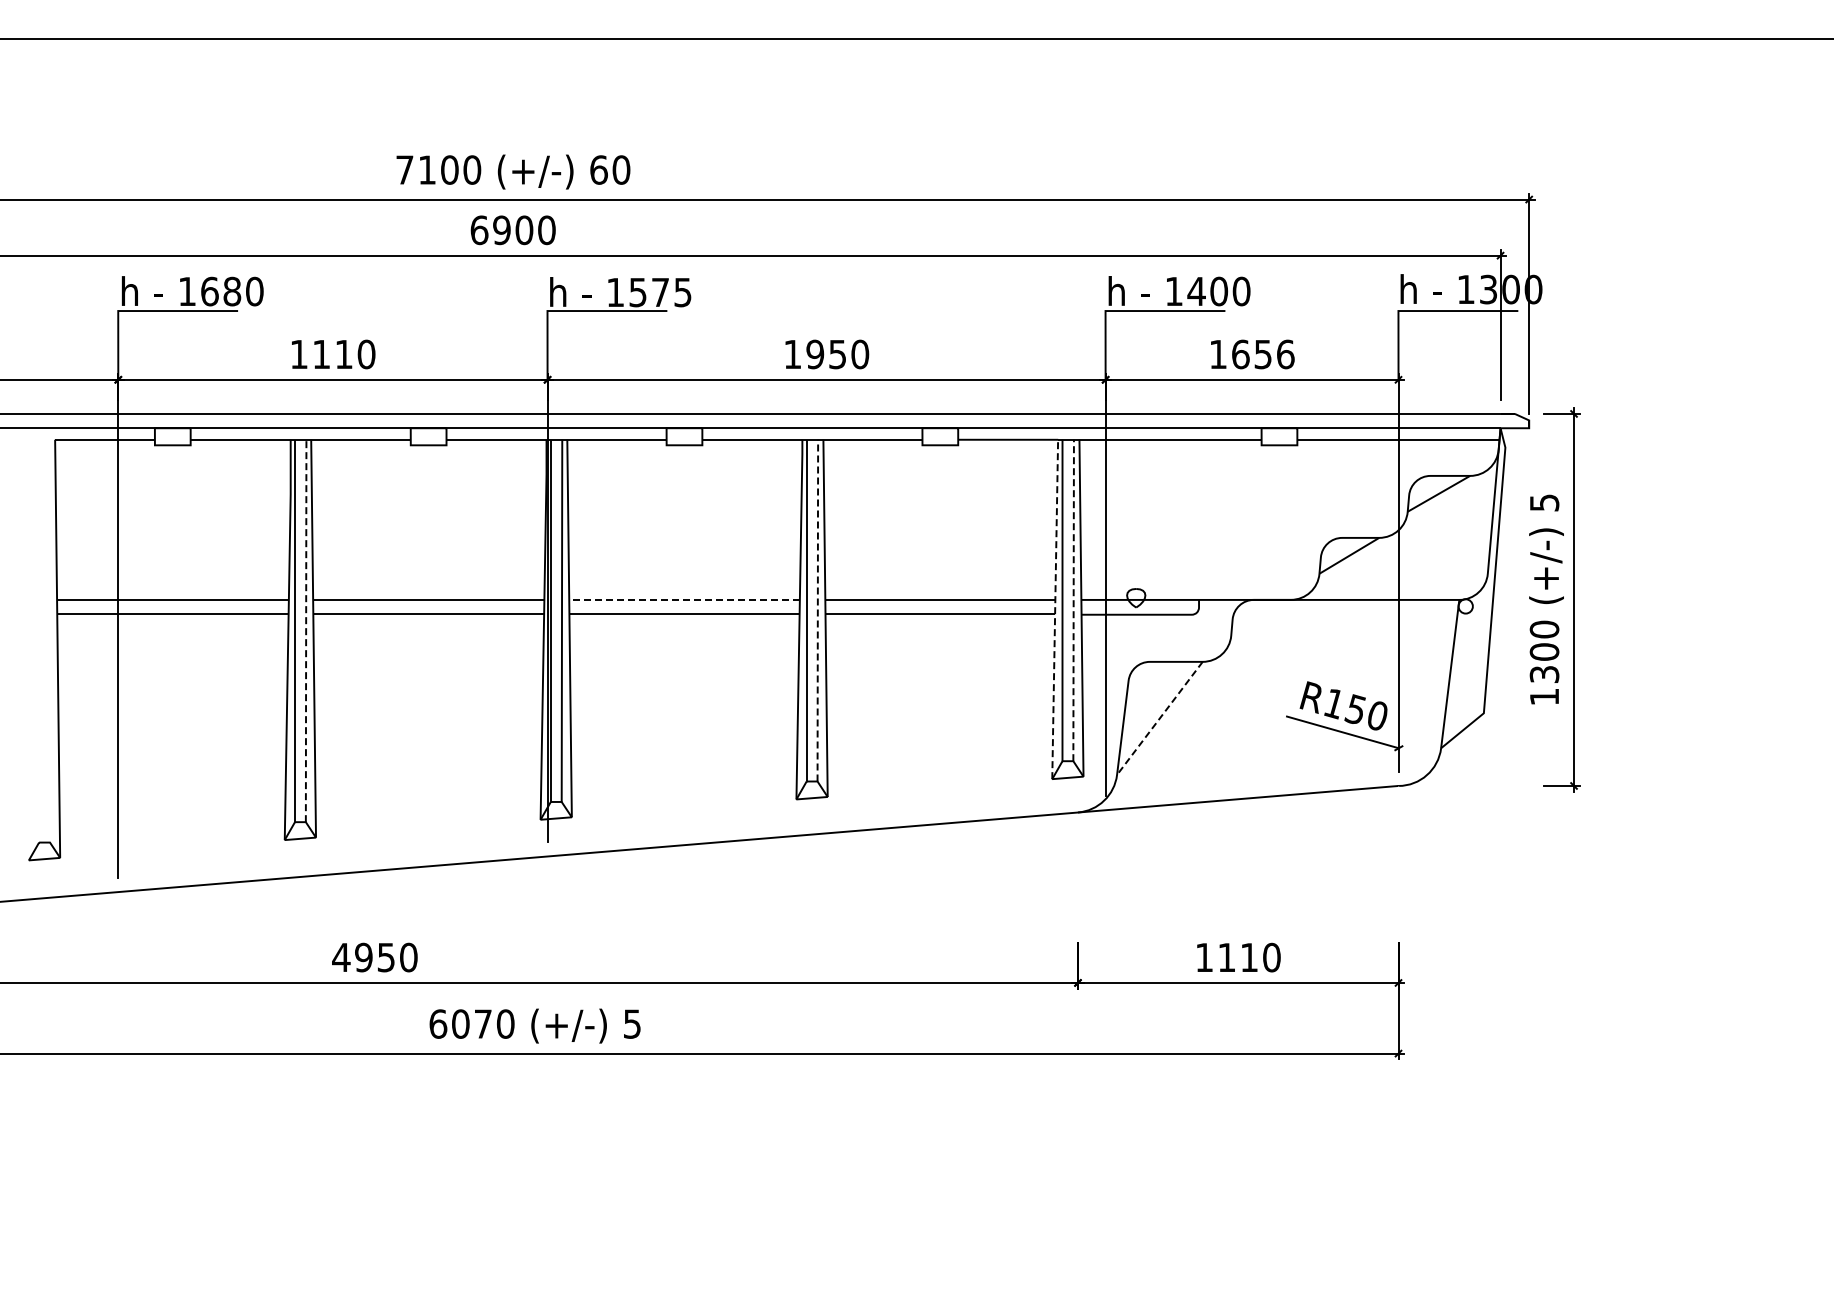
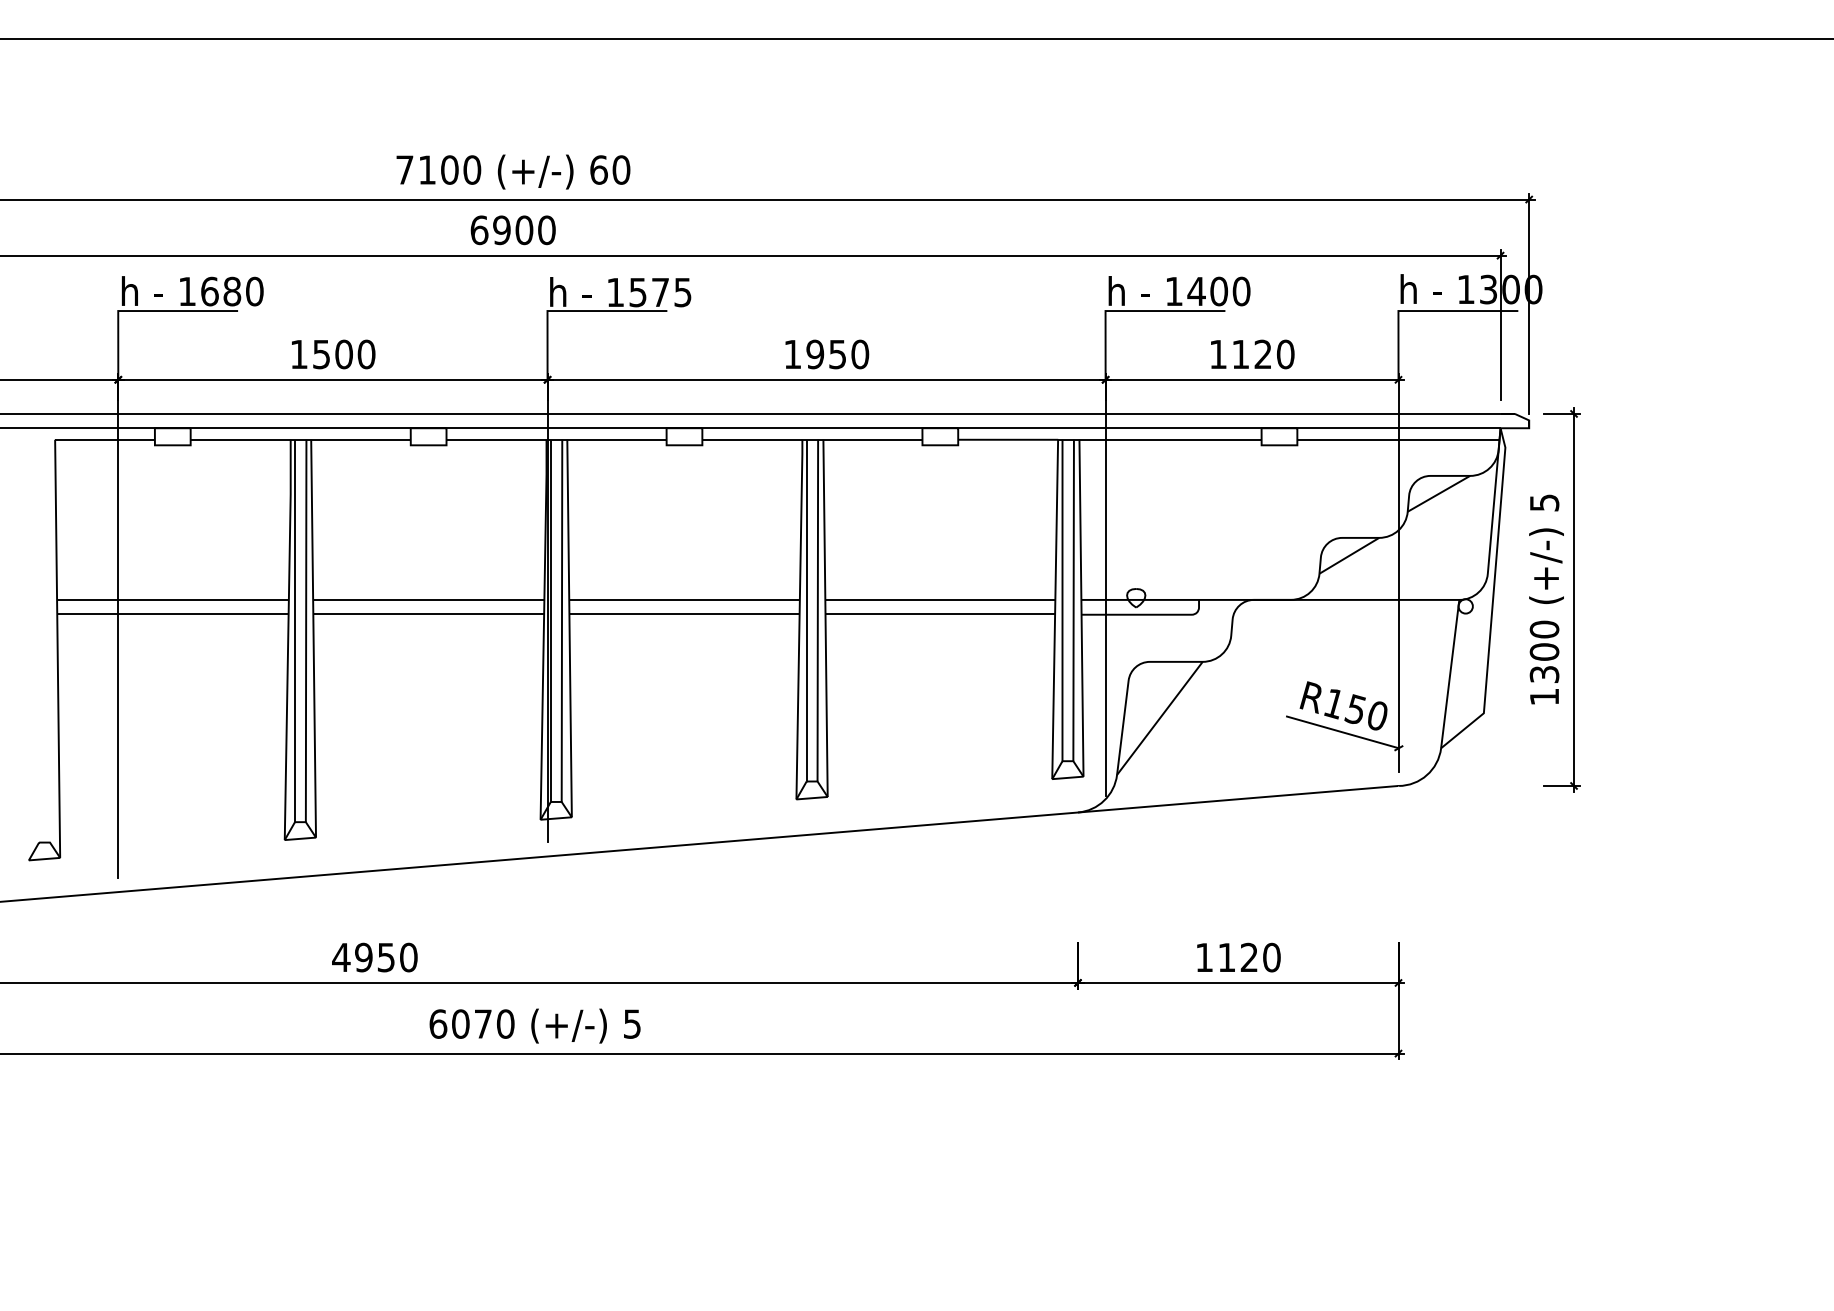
text at (332, 354): 1110 -> 1500
text at (1263, 354): 1656 -> 1120
line at (684, 599): dashed -> solid
line at (1073, 600): dashed -> solid
line at (1055, 609): dashed -> solid
line at (817, 610): dashed -> solid
line at (306, 630): dashed -> solid
line at (1159, 718): dashed -> solid
text at (1248, 956): 1110 -> 1120
